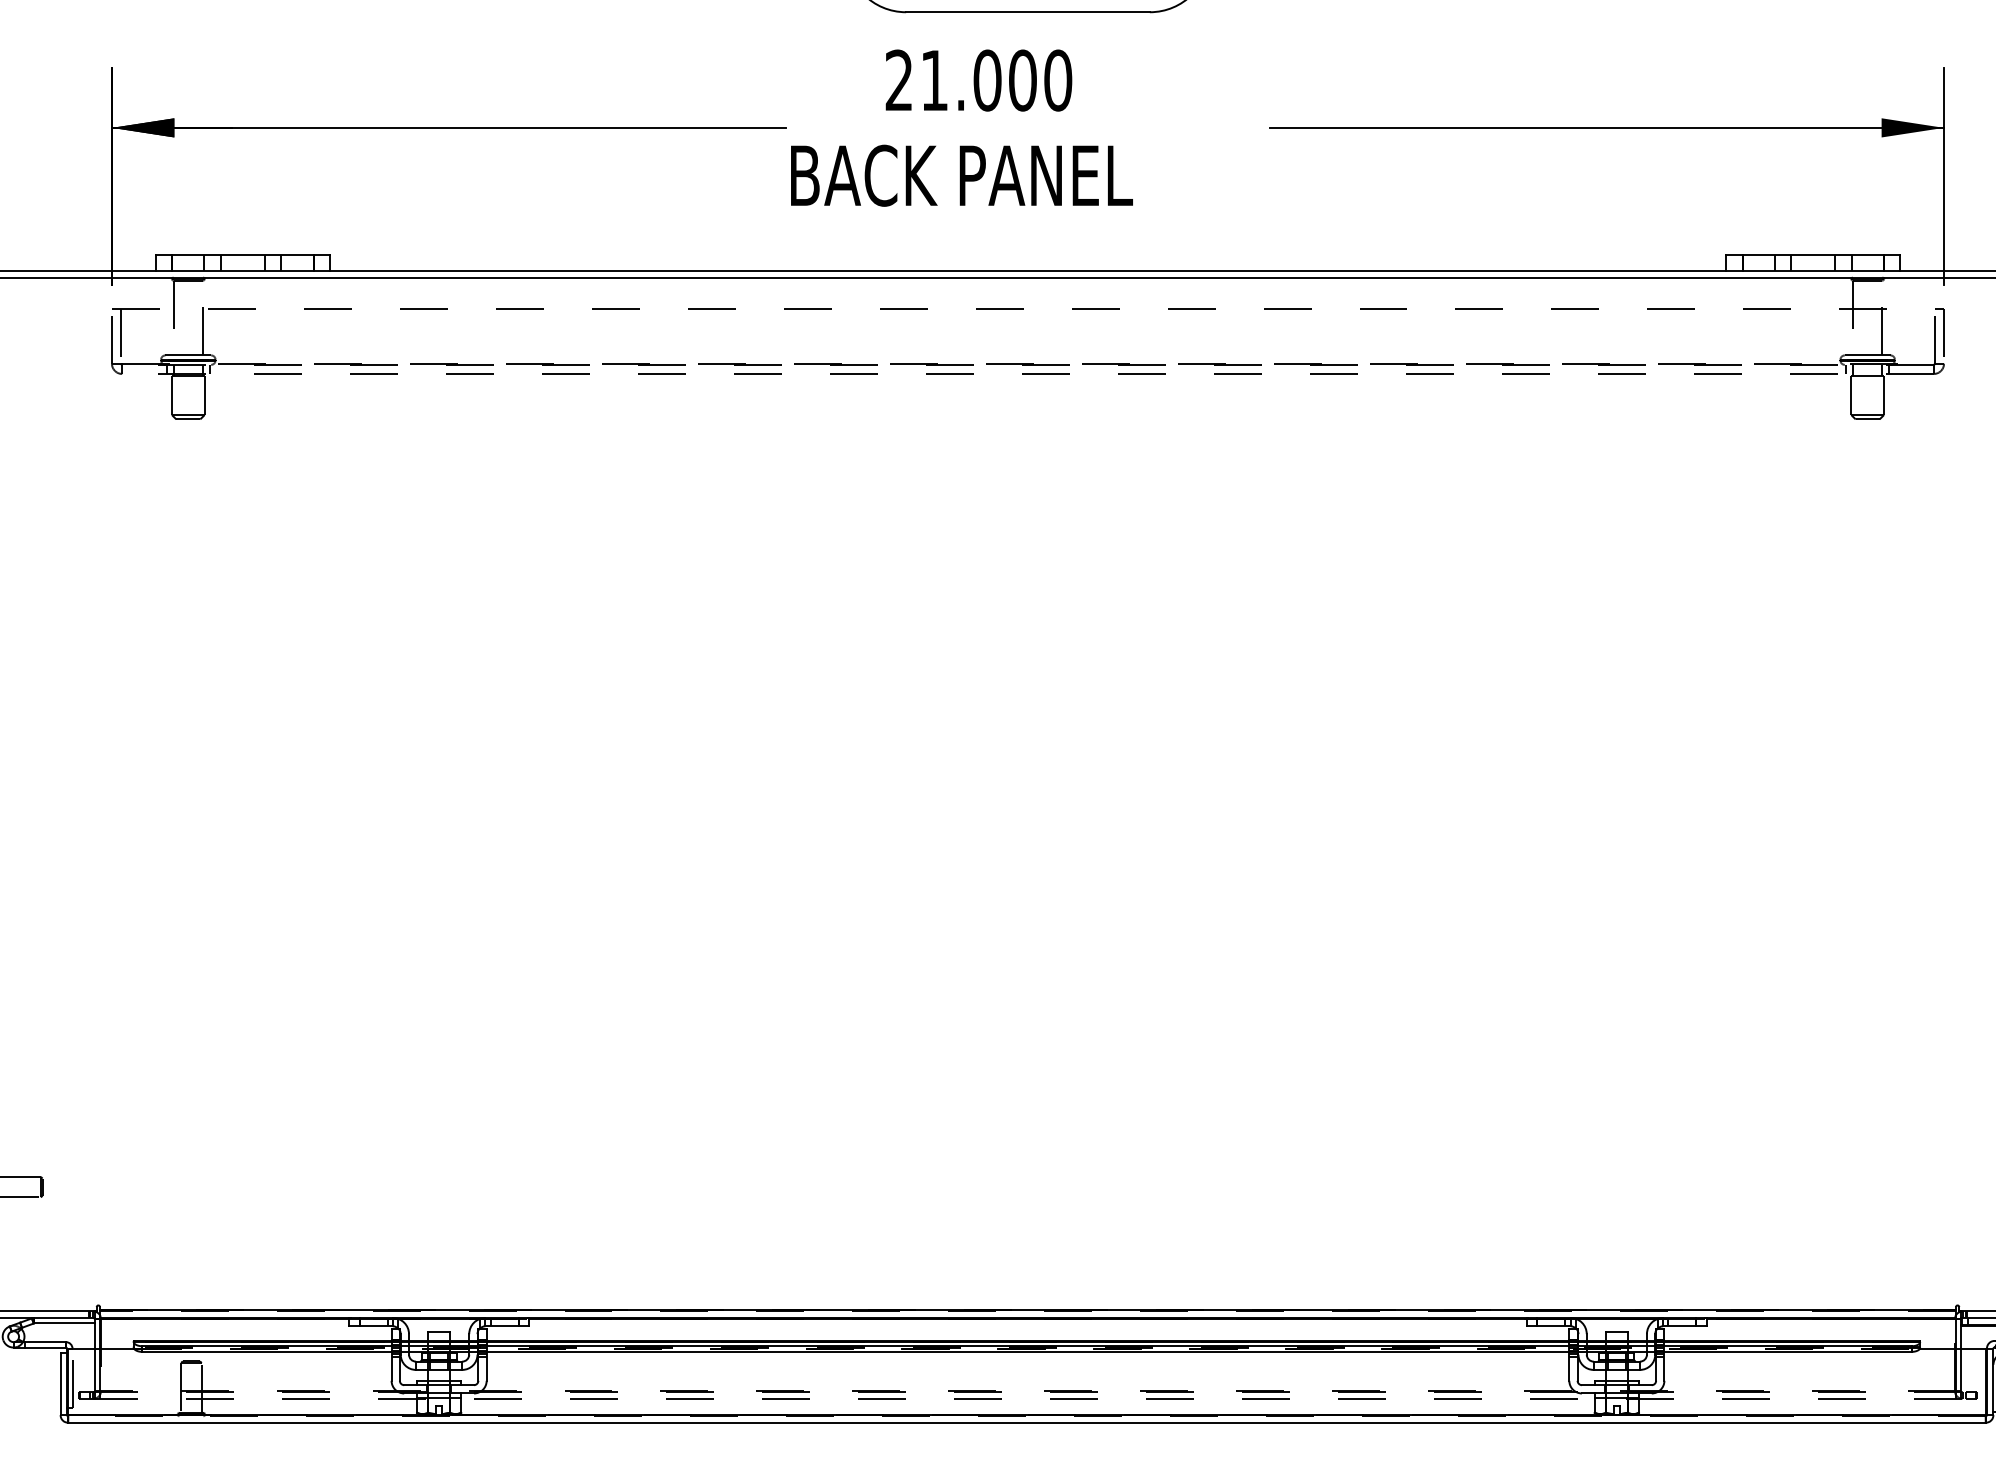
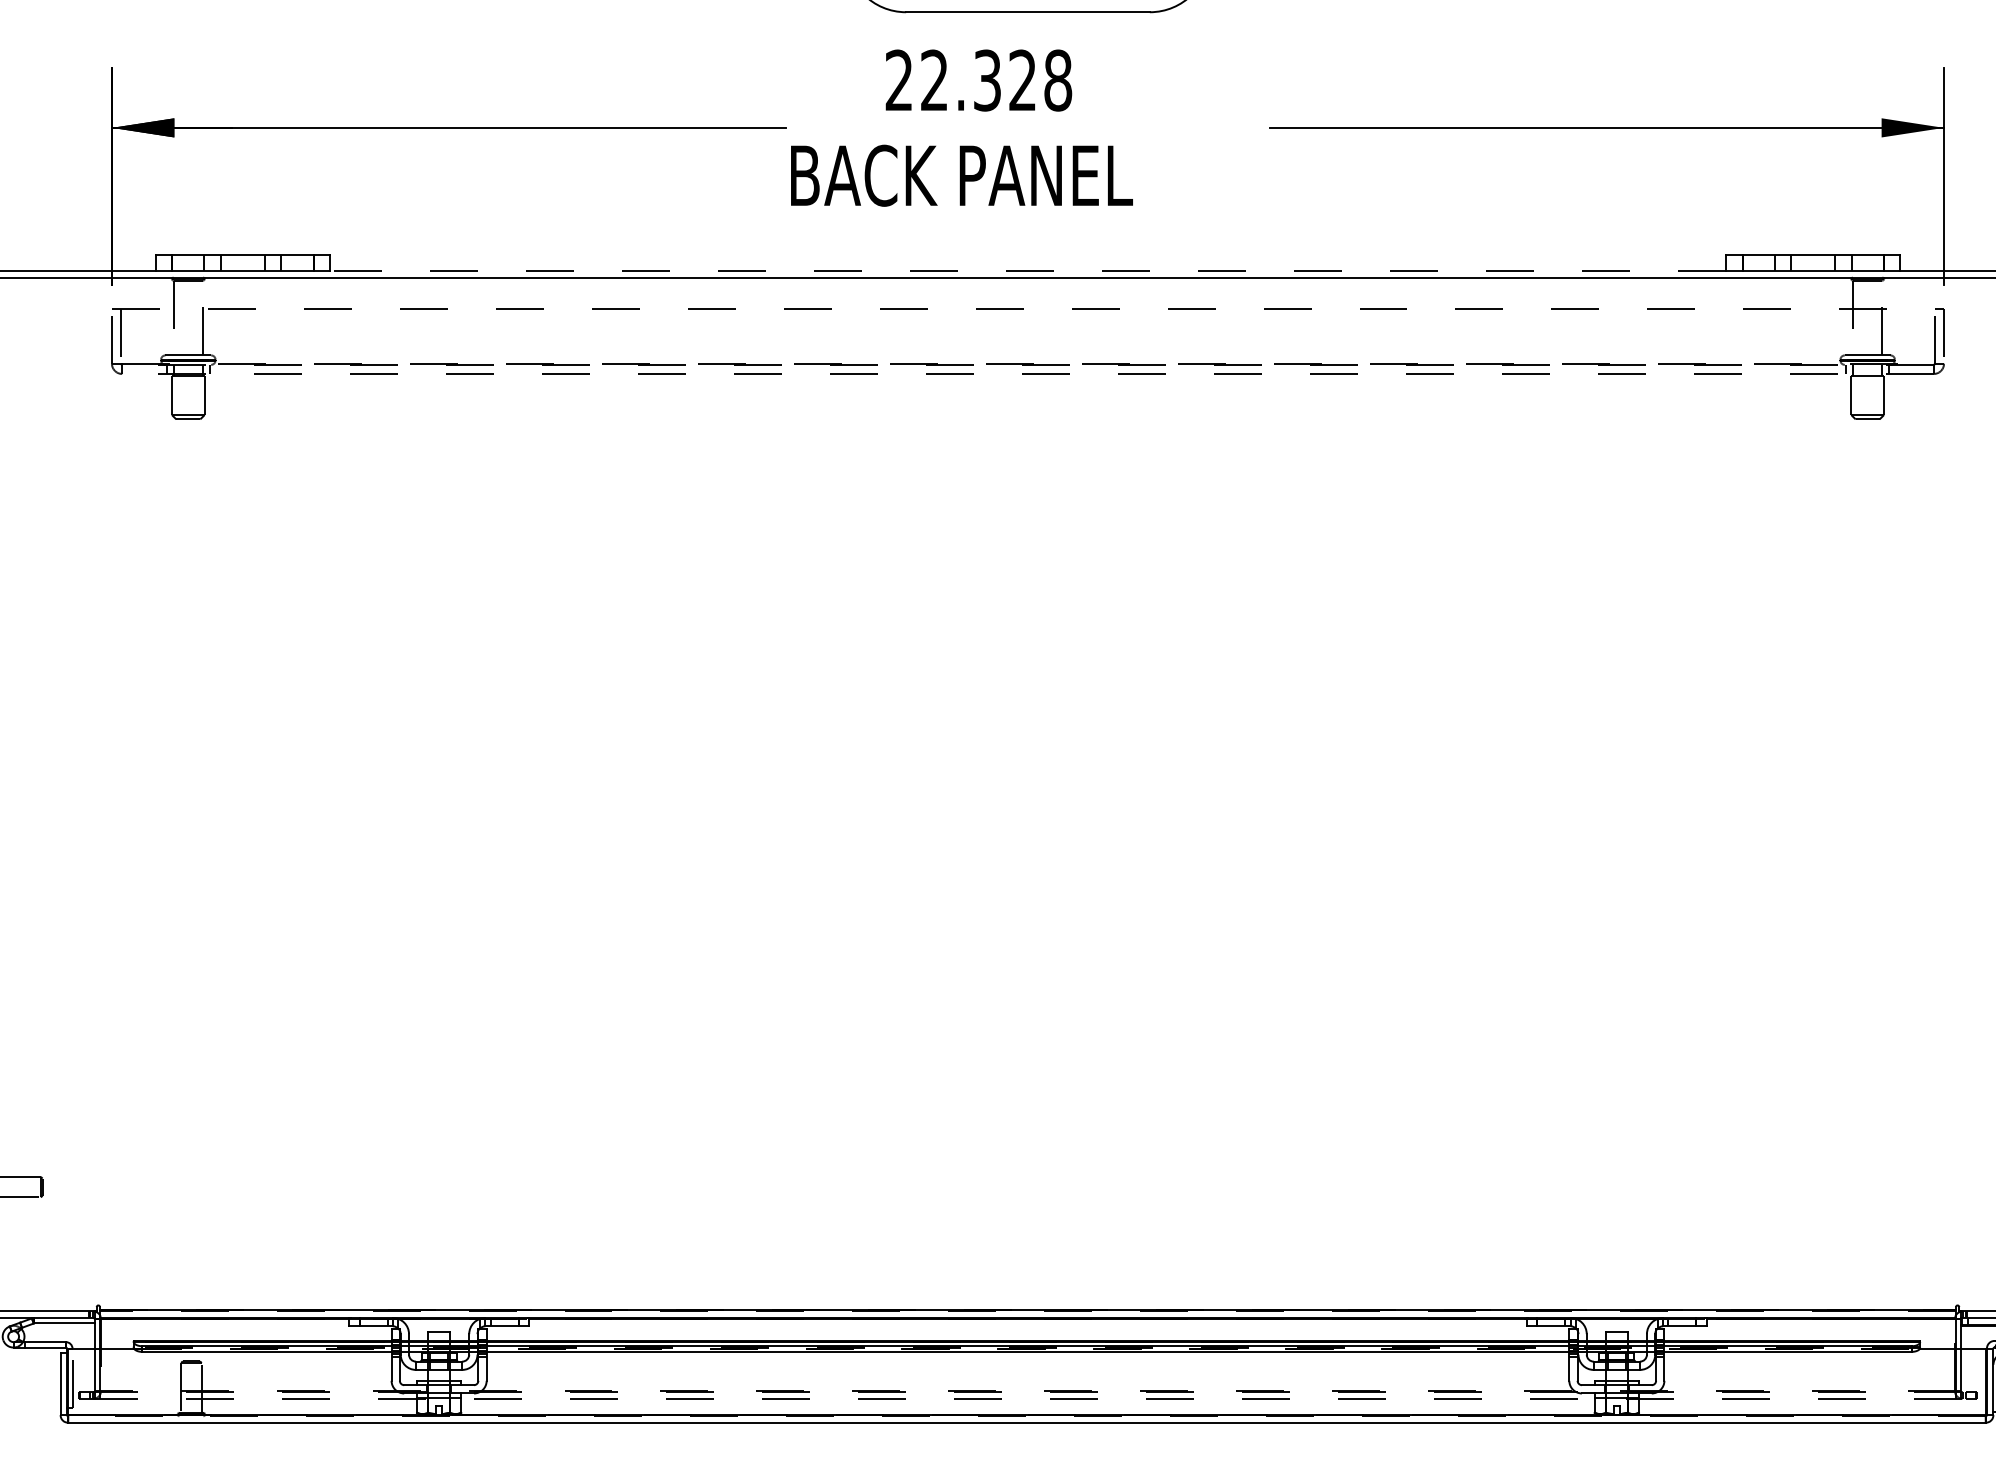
text at (996, 80): 21.000 -> 22.328
line at (1027, 271): solid -> dashed
